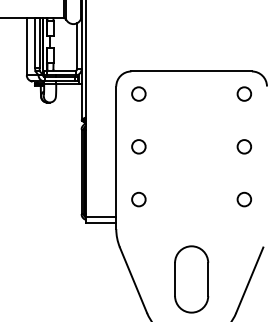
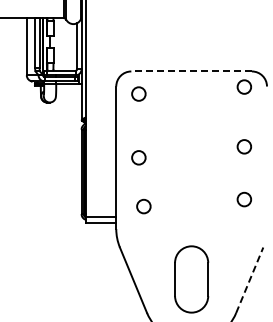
line at (191, 71): solid -> dashed
circle at (243, 93) position: (243, 93) -> (243, 86)
circle at (138, 146) position: (138, 146) -> (138, 157)
circle at (138, 199) position: (138, 199) -> (143, 206)
line at (249, 279): solid -> dashed
